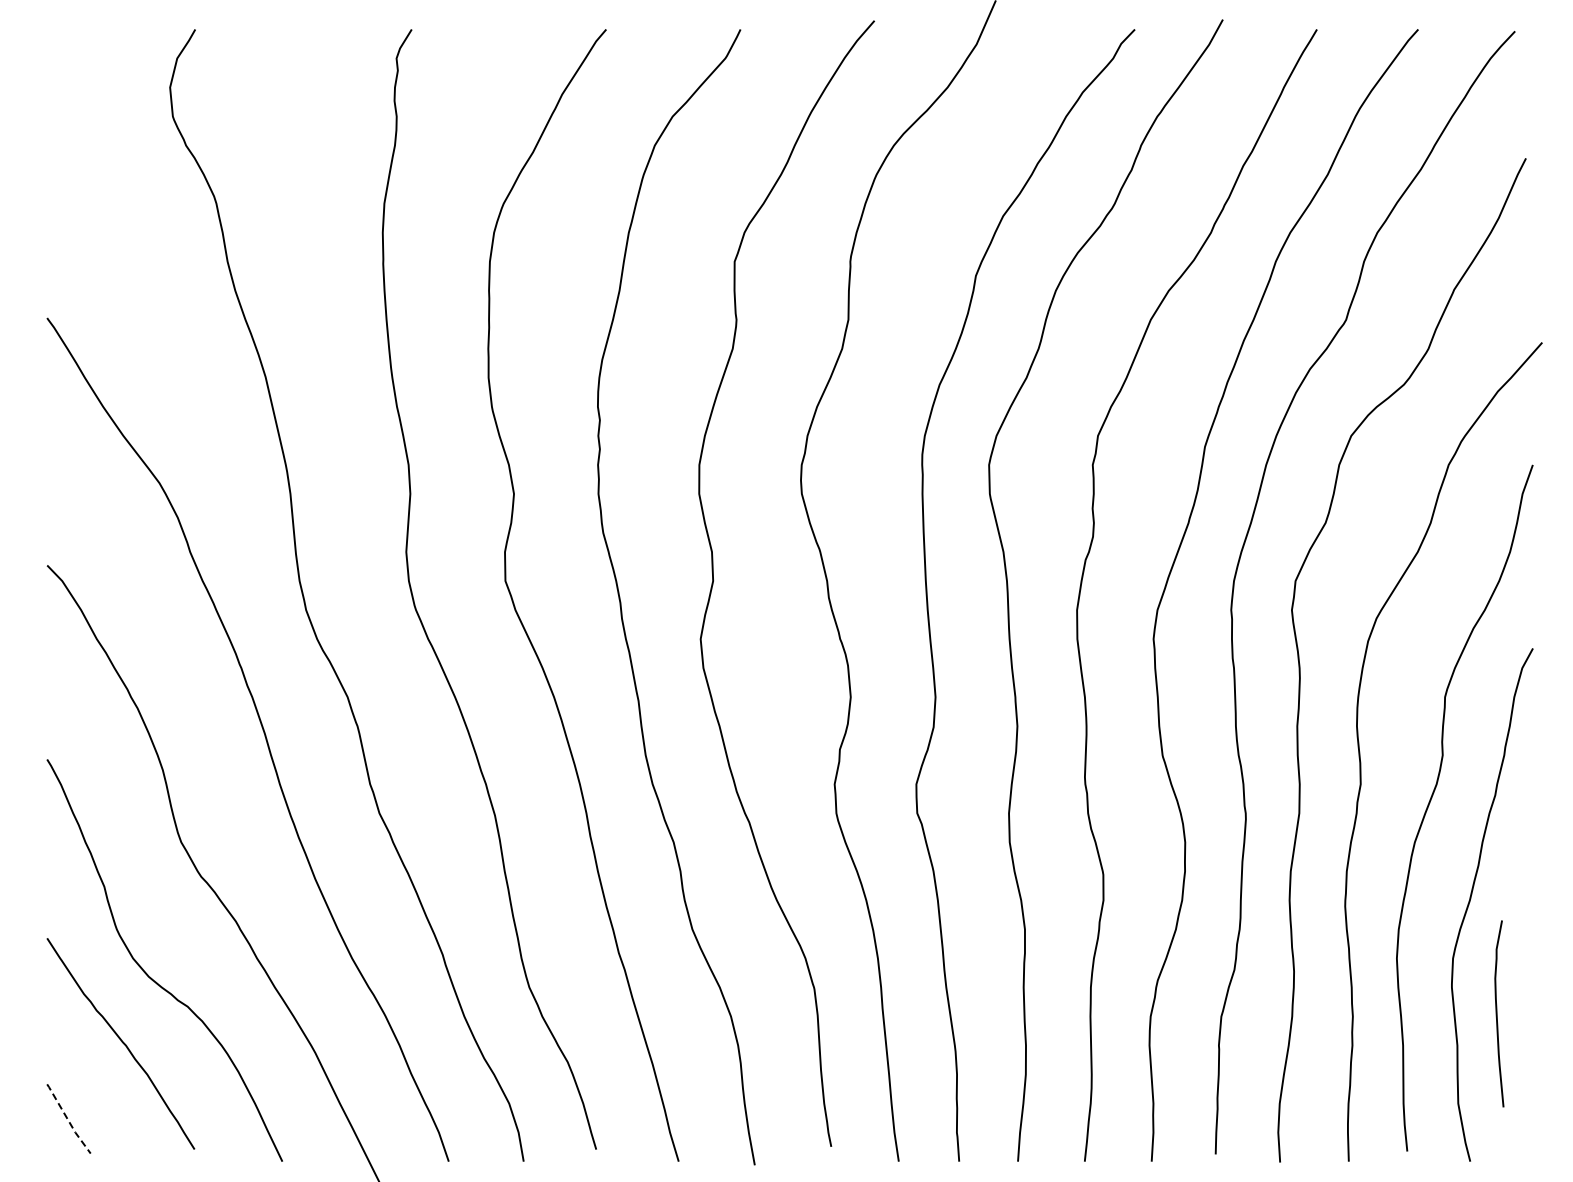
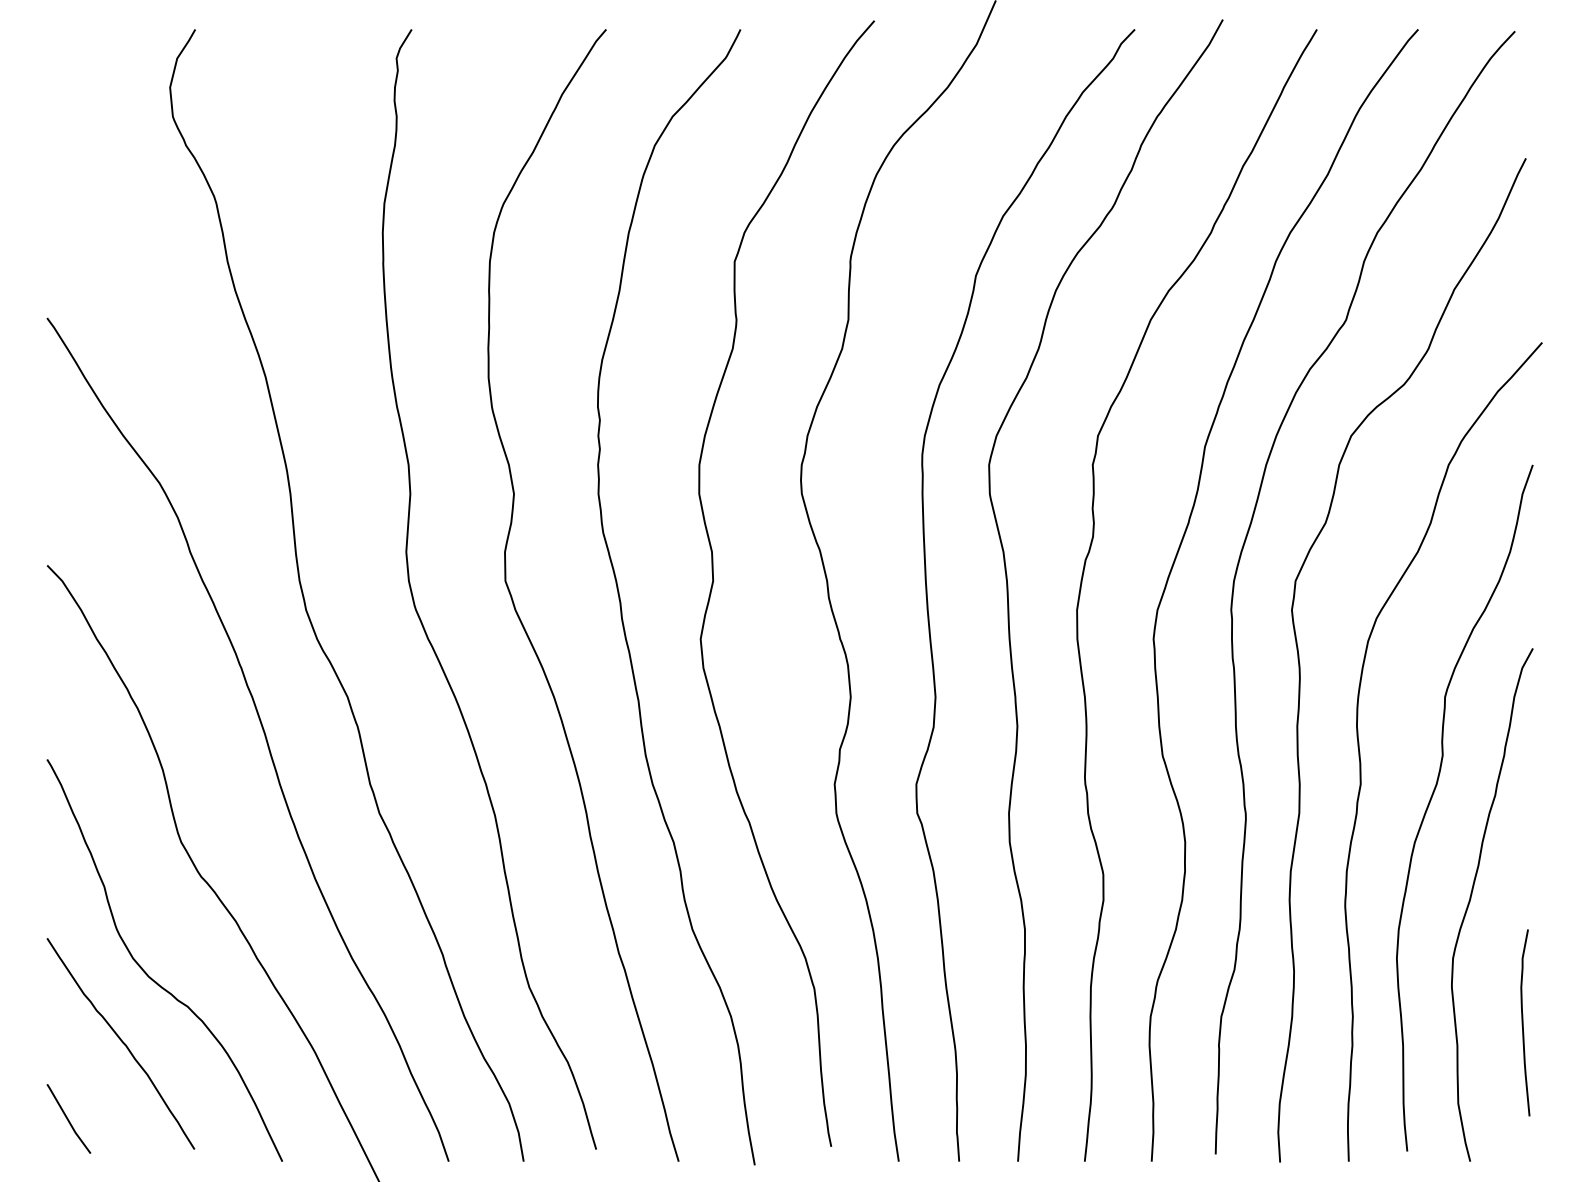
curve at (1497, 1013) position: (1497, 1013) -> (1523, 1022)
line at (68, 1119): dashed -> solid
